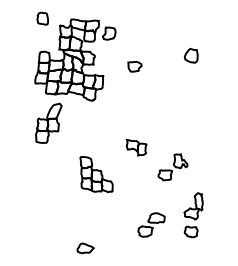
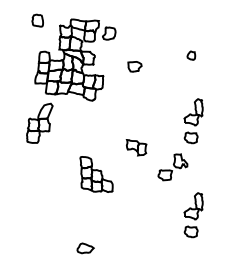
part at (42, 18) position: (42, 18) -> (37, 20)
part at (191, 55) size: 15x17 px -> 11x11 px
part at (193, 121): none -> present
part at (48, 122) position: (48, 122) -> (39, 122)
part at (151, 224): present -> none
